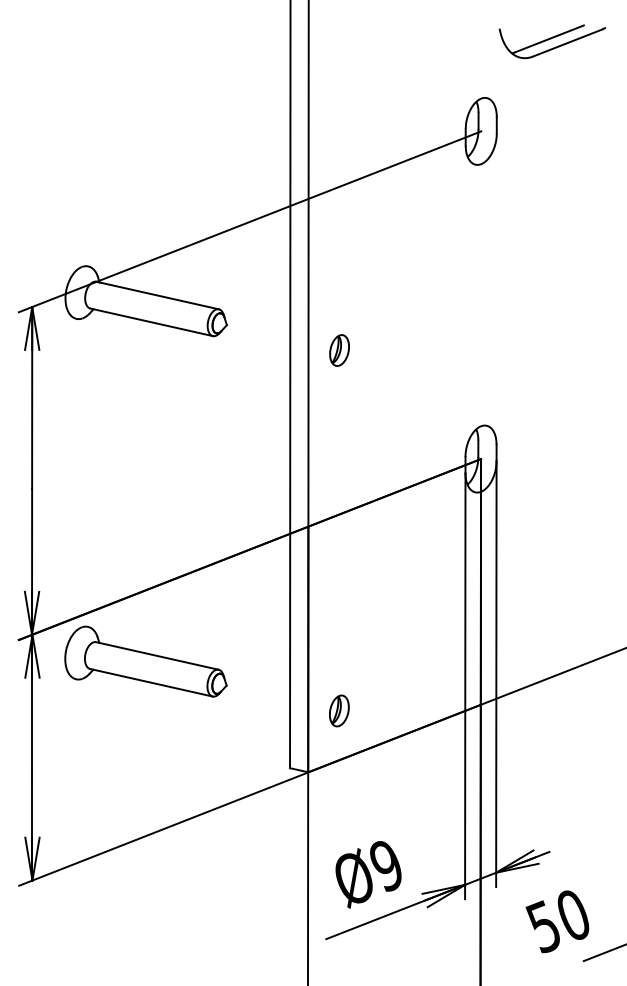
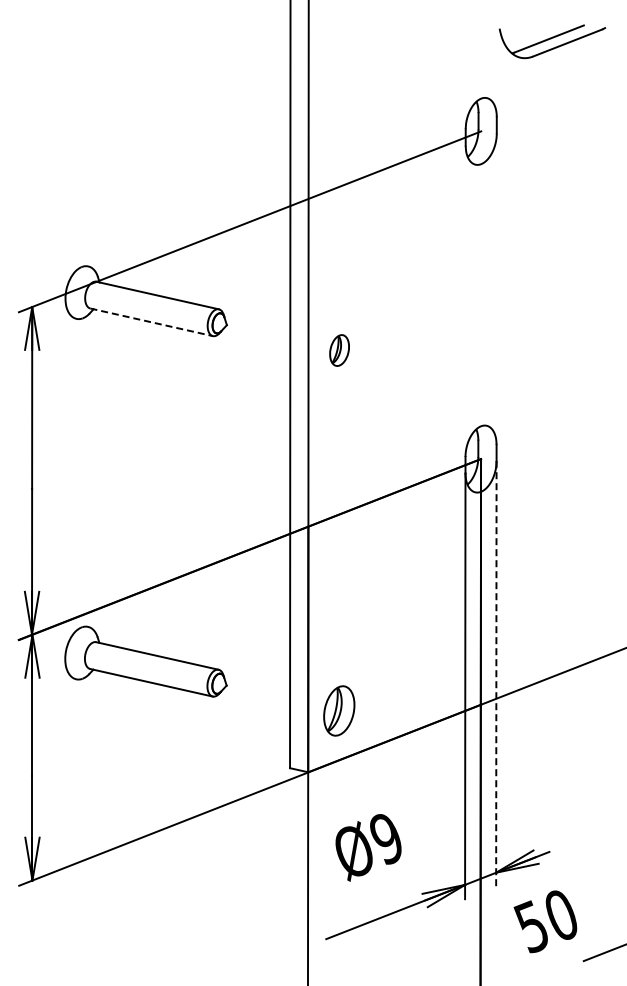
line at (151, 322): solid -> dashed
line at (496, 674): solid -> dashed
part at (339, 710) size: 21x34 px -> 33x52 px
text at (368, 874) position: (368, 874) -> (368, 847)
text at (557, 921) position: (557, 921) -> (545, 921)
